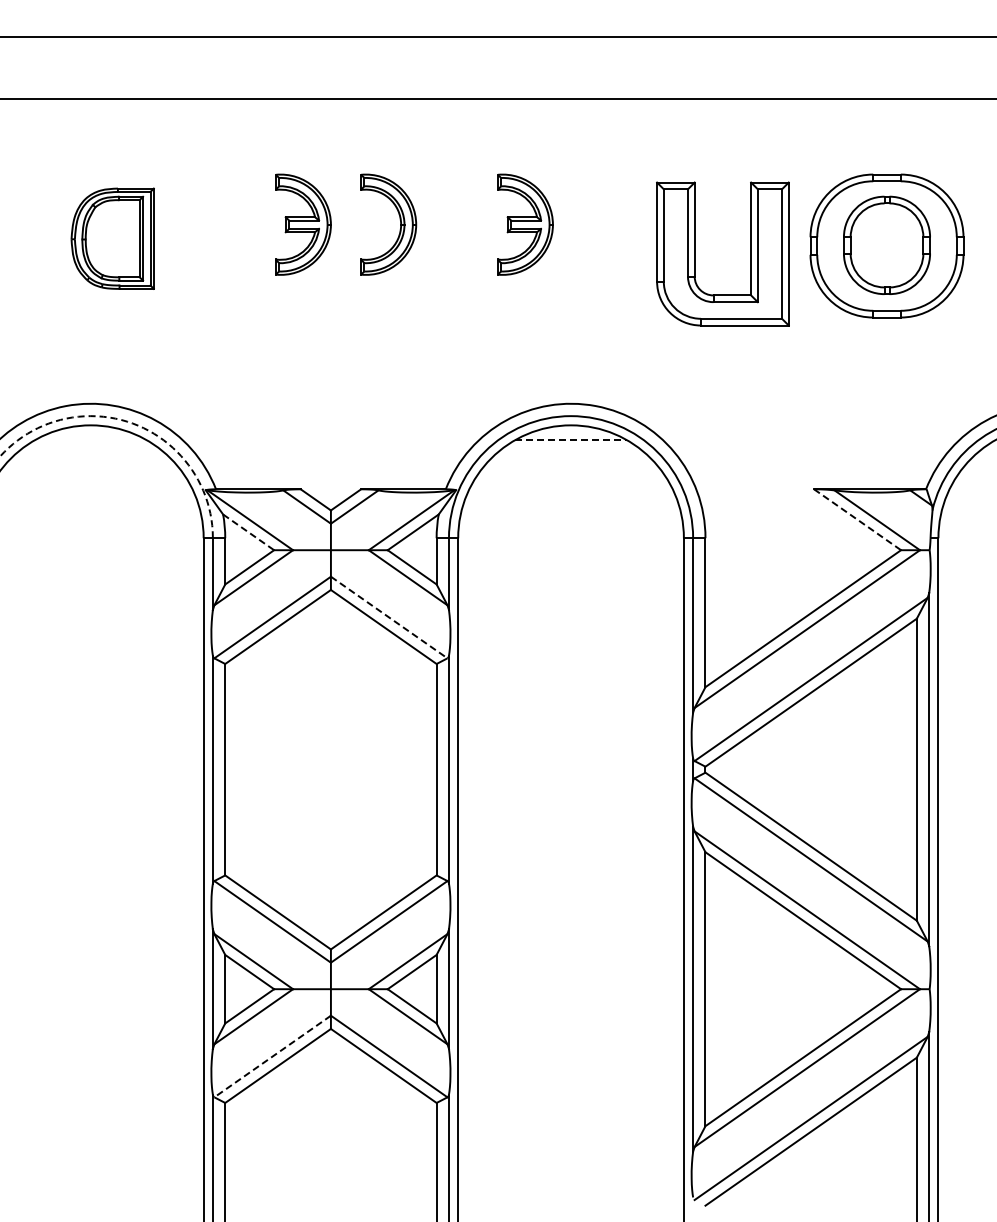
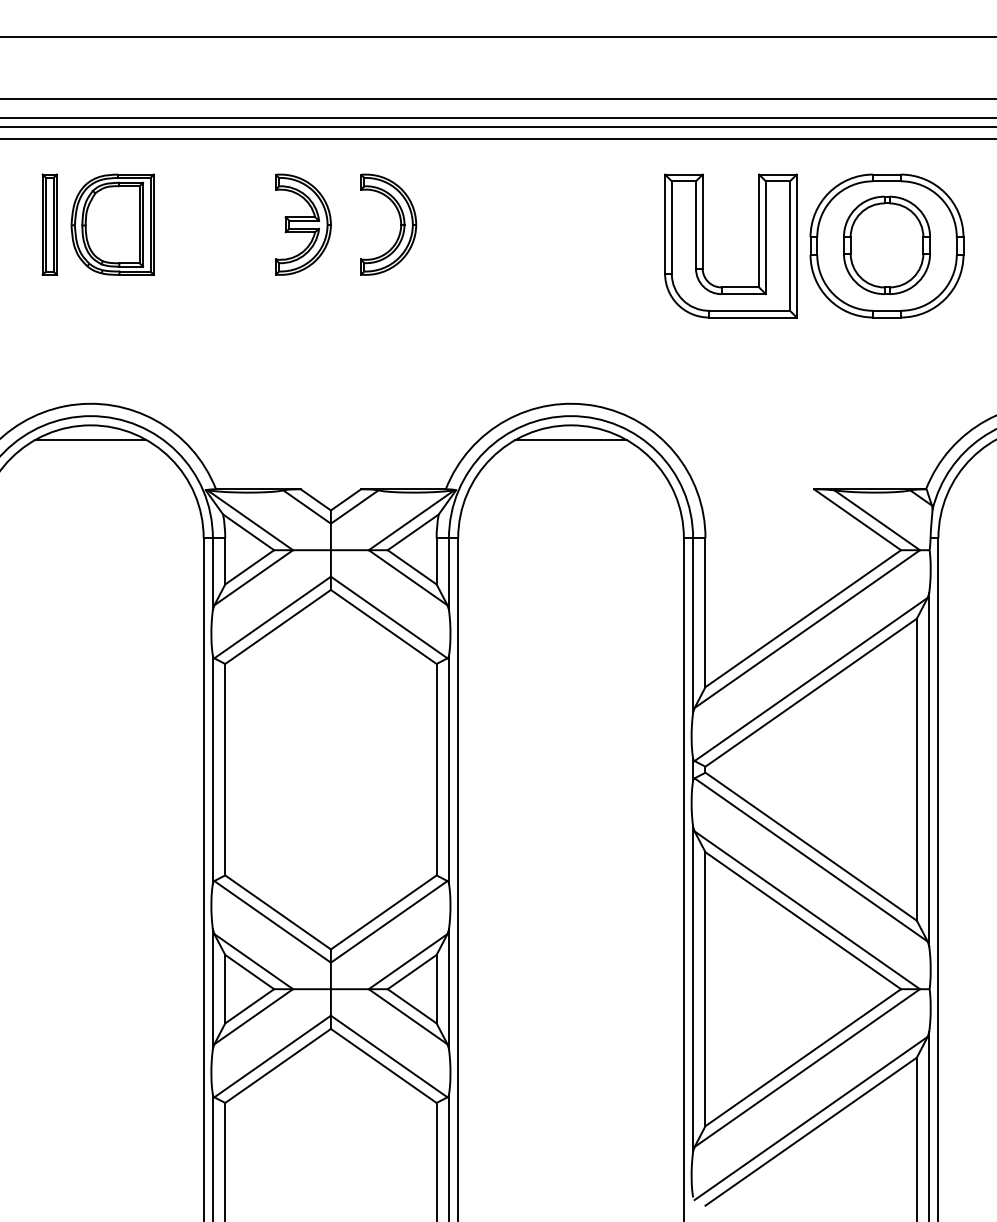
line at (497, 118): none -> present
line at (497, 126): none -> present
line at (497, 139): none -> present
part at (49, 224): none -> present
part at (525, 224): present -> none
part at (112, 238) position: (112, 238) -> (112, 224)
part at (695, 253) position: (695, 253) -> (703, 245)
arc at (133, 424): dashed -> solid
line at (90, 440): none -> present
line at (571, 440): dashed -> solid
line at (857, 520): dashed -> solid
line at (249, 532): dashed -> solid
line at (389, 617): dashed -> solid
line at (272, 1056): dashed -> solid
